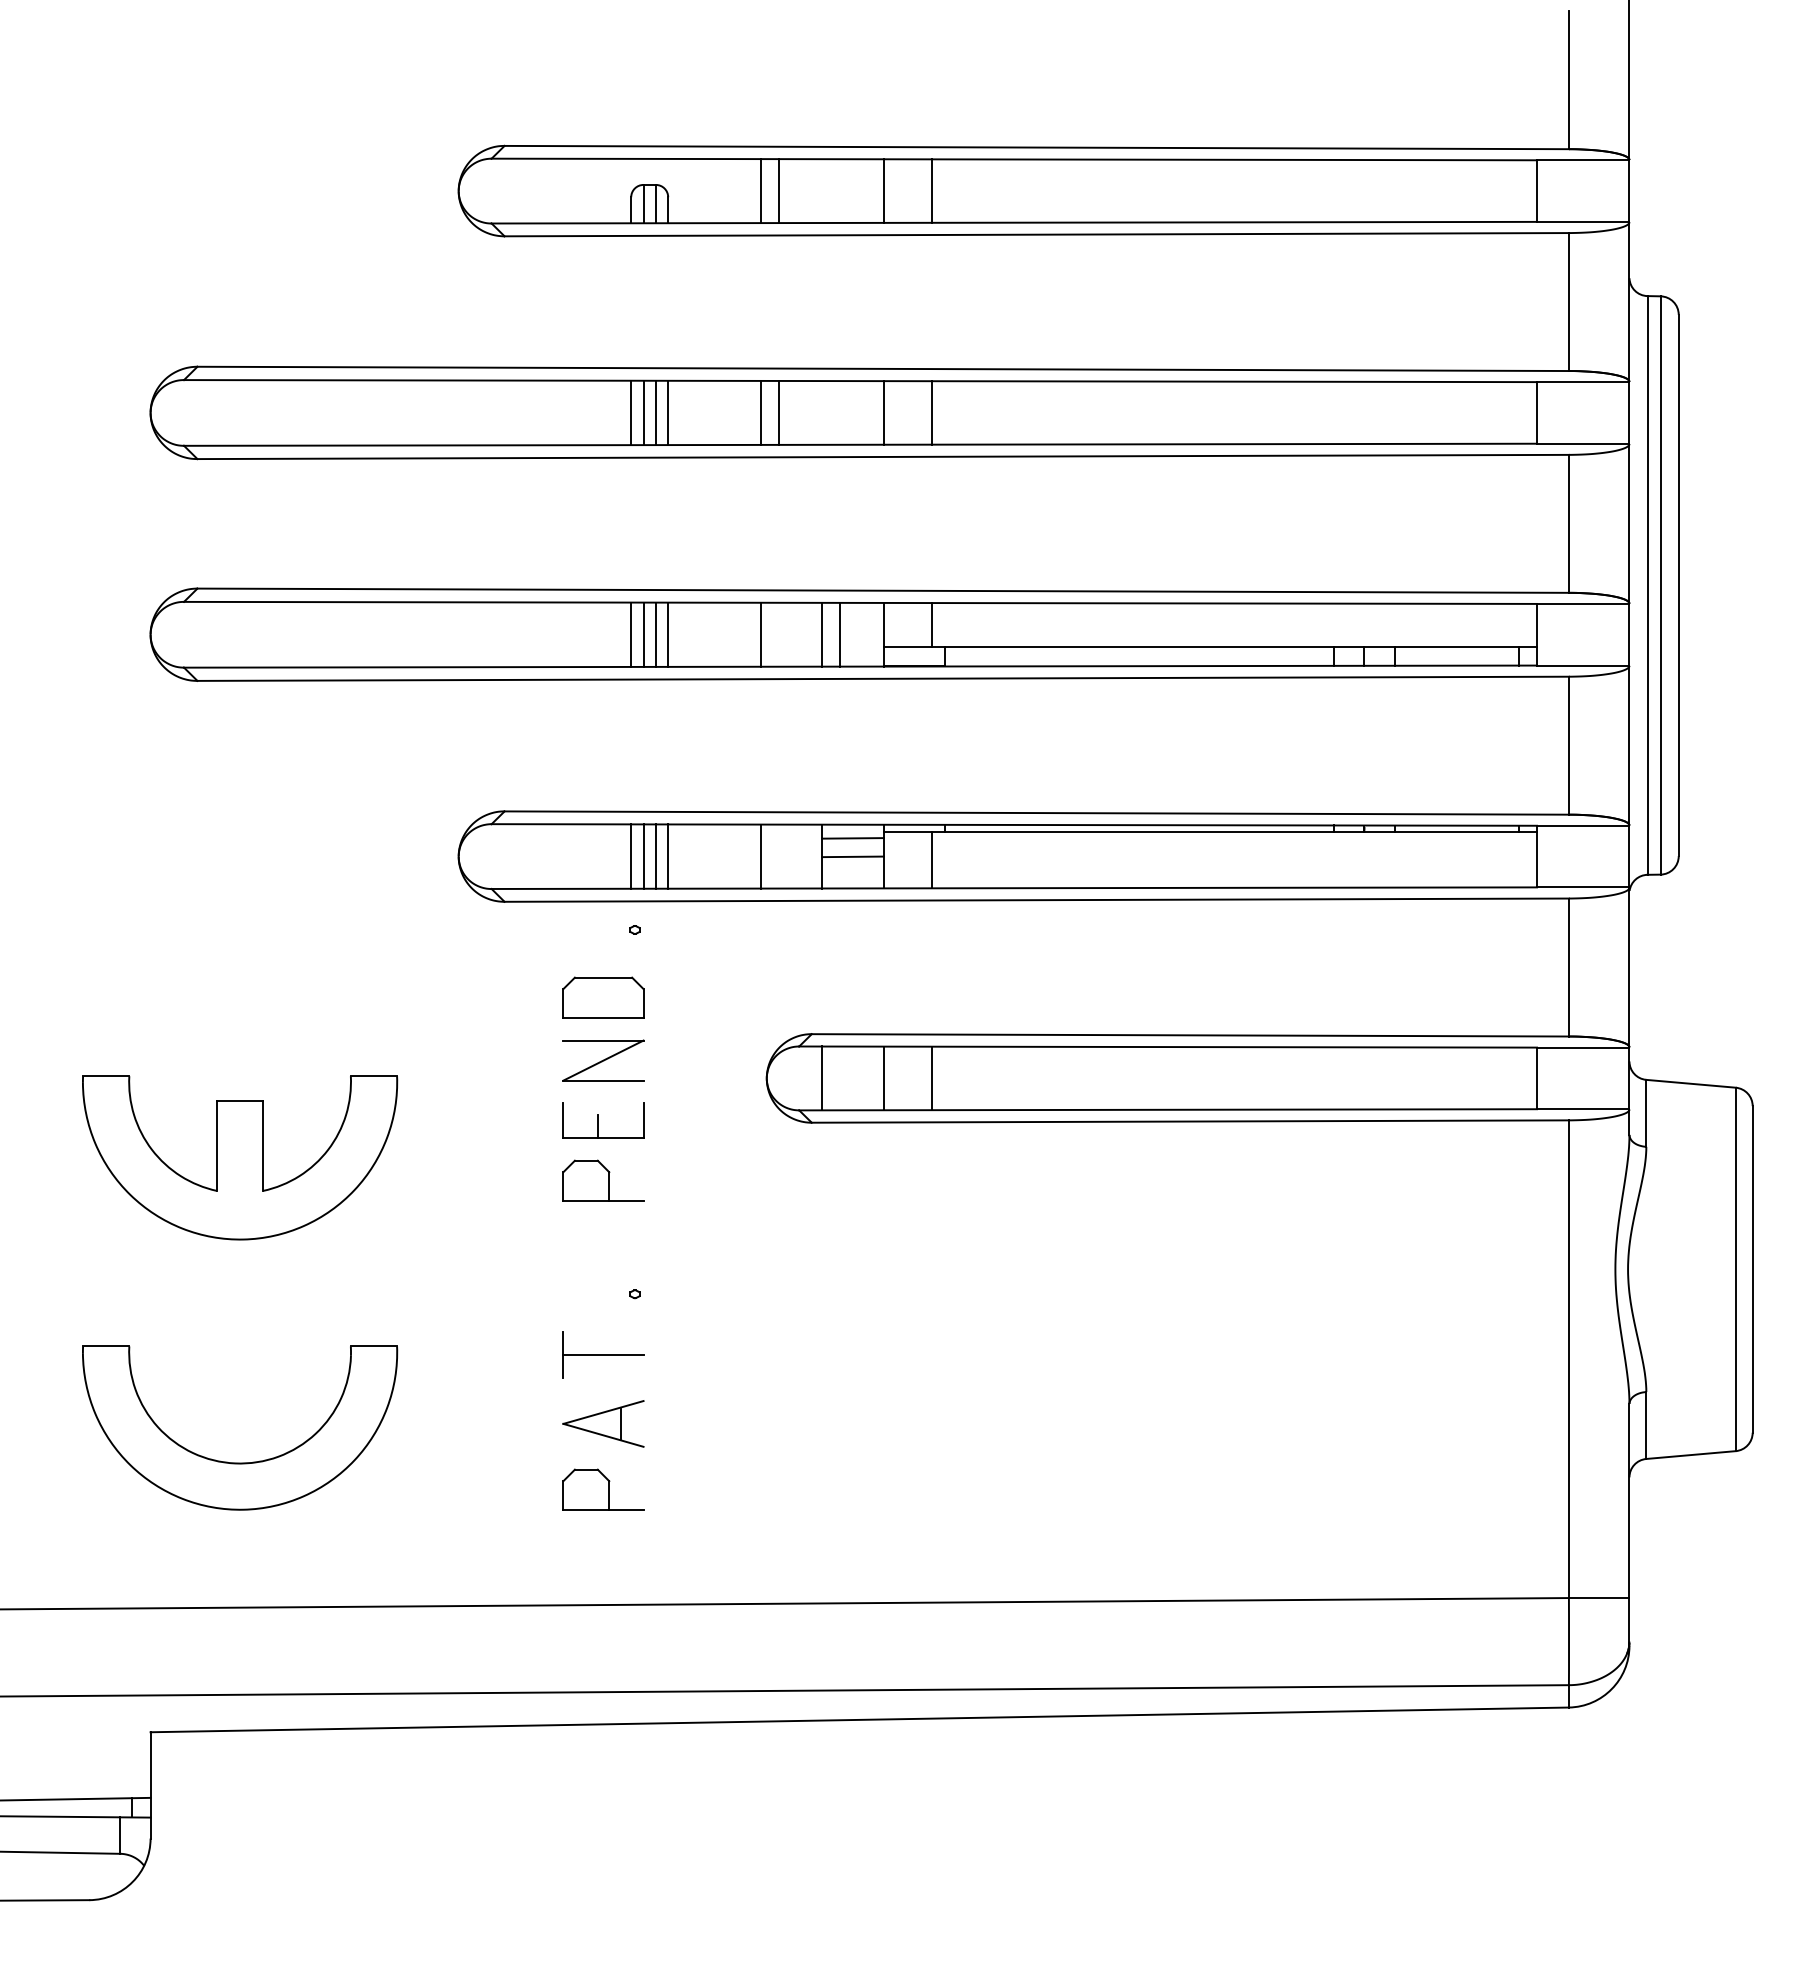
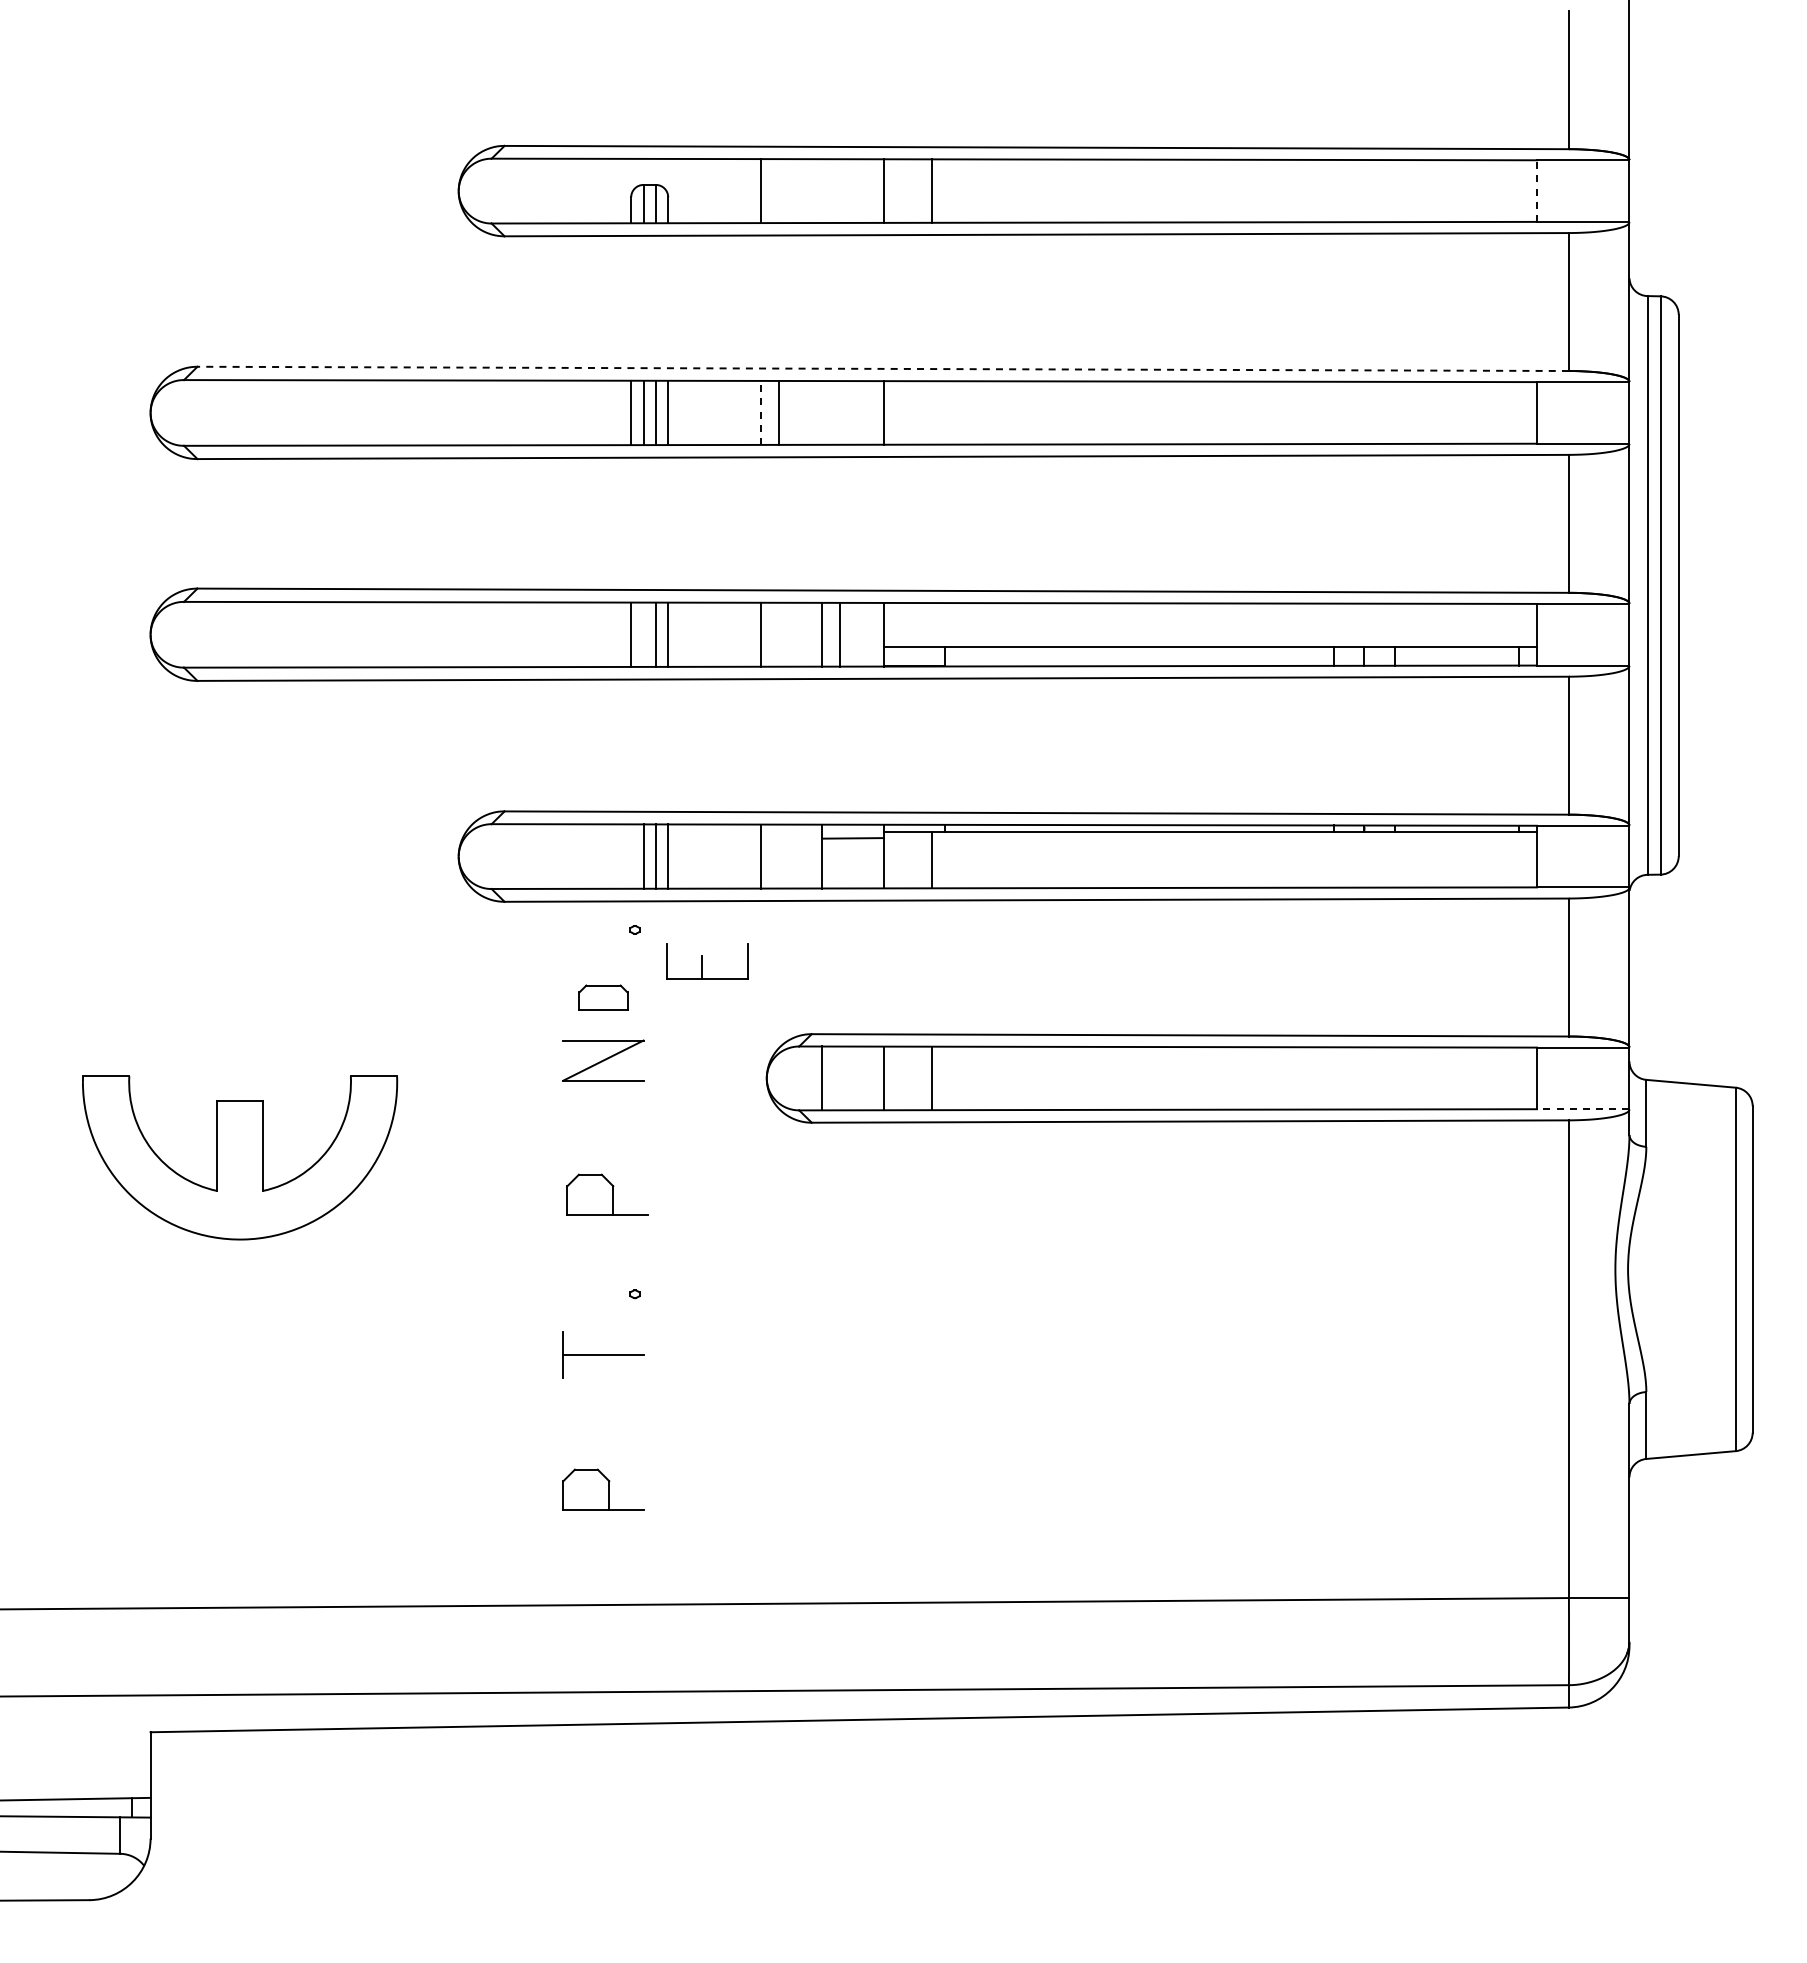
line at (778, 191): present -> none
line at (1537, 191): solid -> dashed
line at (883, 368): solid -> dashed
line at (760, 412): solid -> dashed
line at (932, 412): present -> none
line at (932, 625): present -> none
line at (643, 634): present -> none
line at (631, 856): present -> none
line at (852, 856): present -> none
part at (603, 997) size: 83x43 px -> 51x27 px
line at (1582, 1109): solid -> dashed
part at (603, 1120) position: (603, 1120) -> (707, 961)
part at (603, 1180) position: (603, 1180) -> (607, 1194)
part at (603, 1423): present -> none
part at (240, 1462): present -> none
